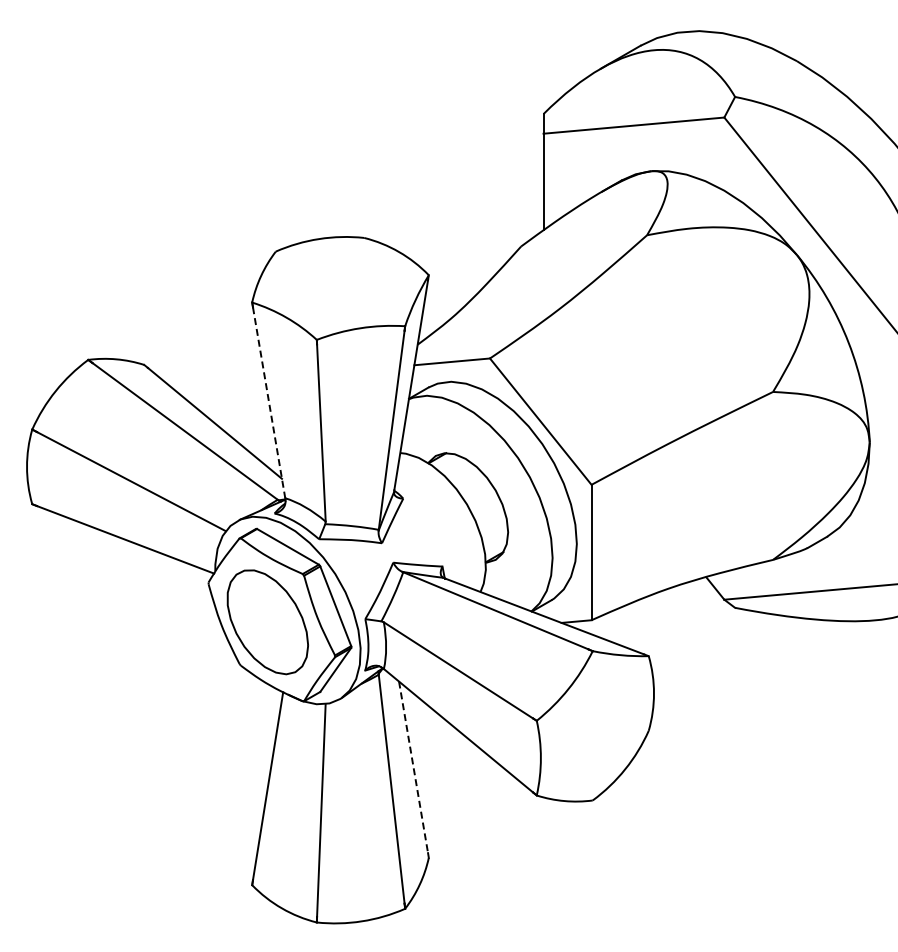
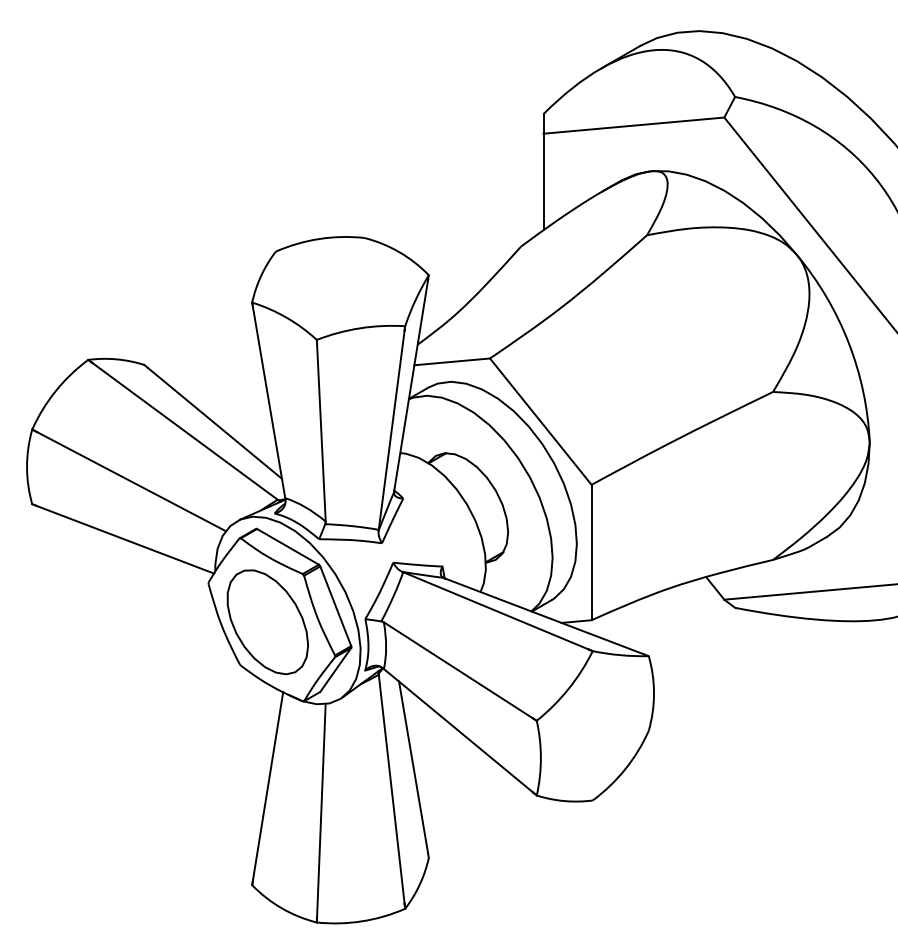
line at (269, 402): dashed -> solid
line at (413, 767): dashed -> solid
